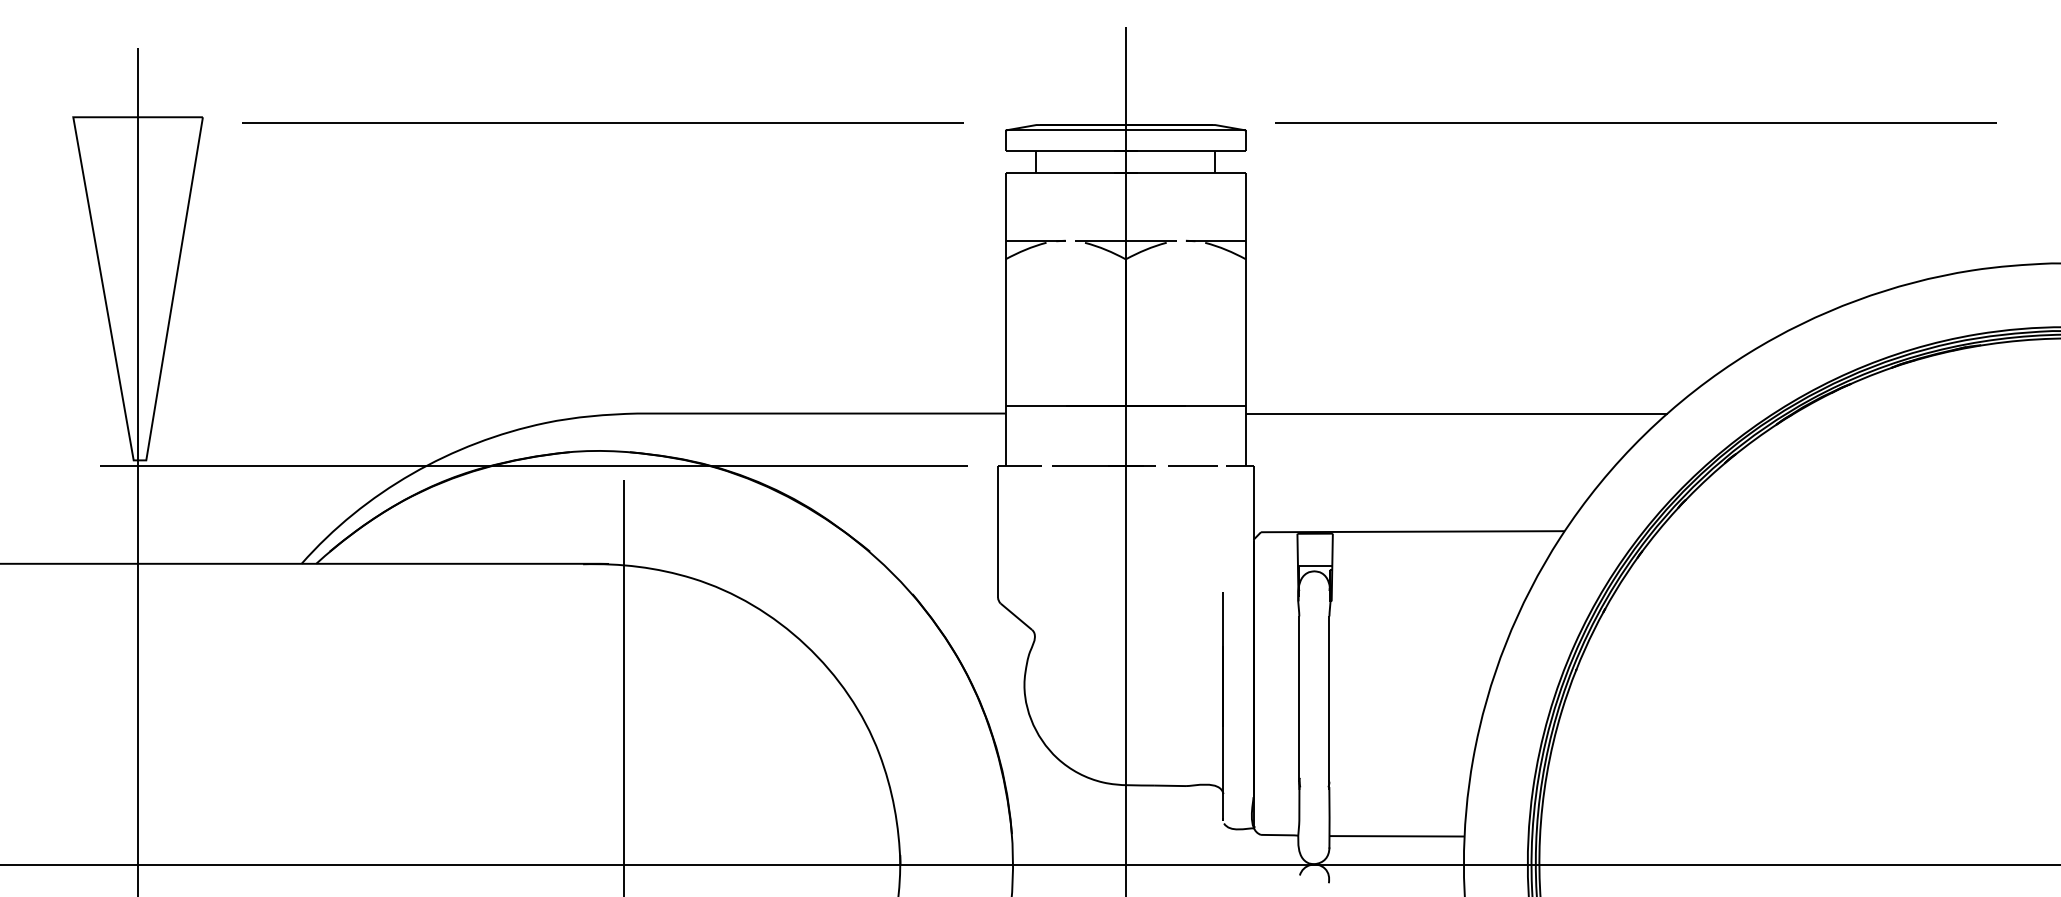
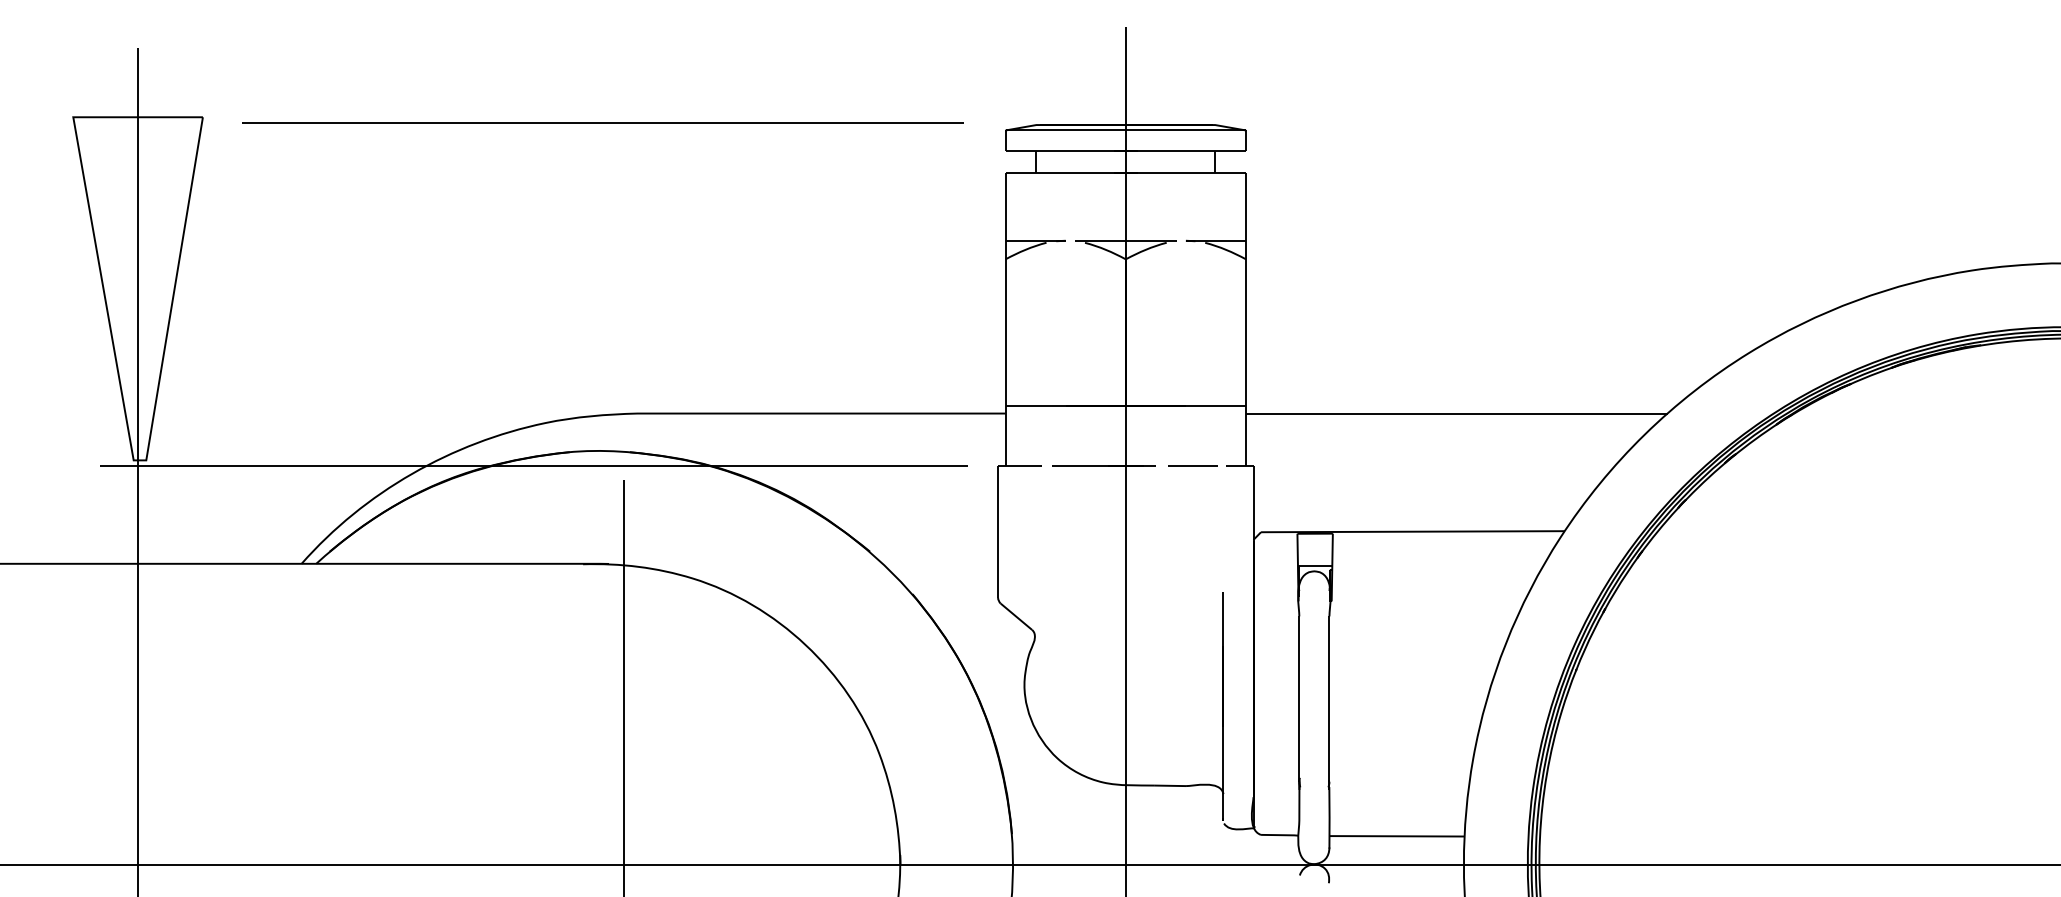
line at (1635, 122): present -> none
